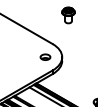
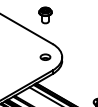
part at (68, 15) position: (68, 15) -> (45, 15)
